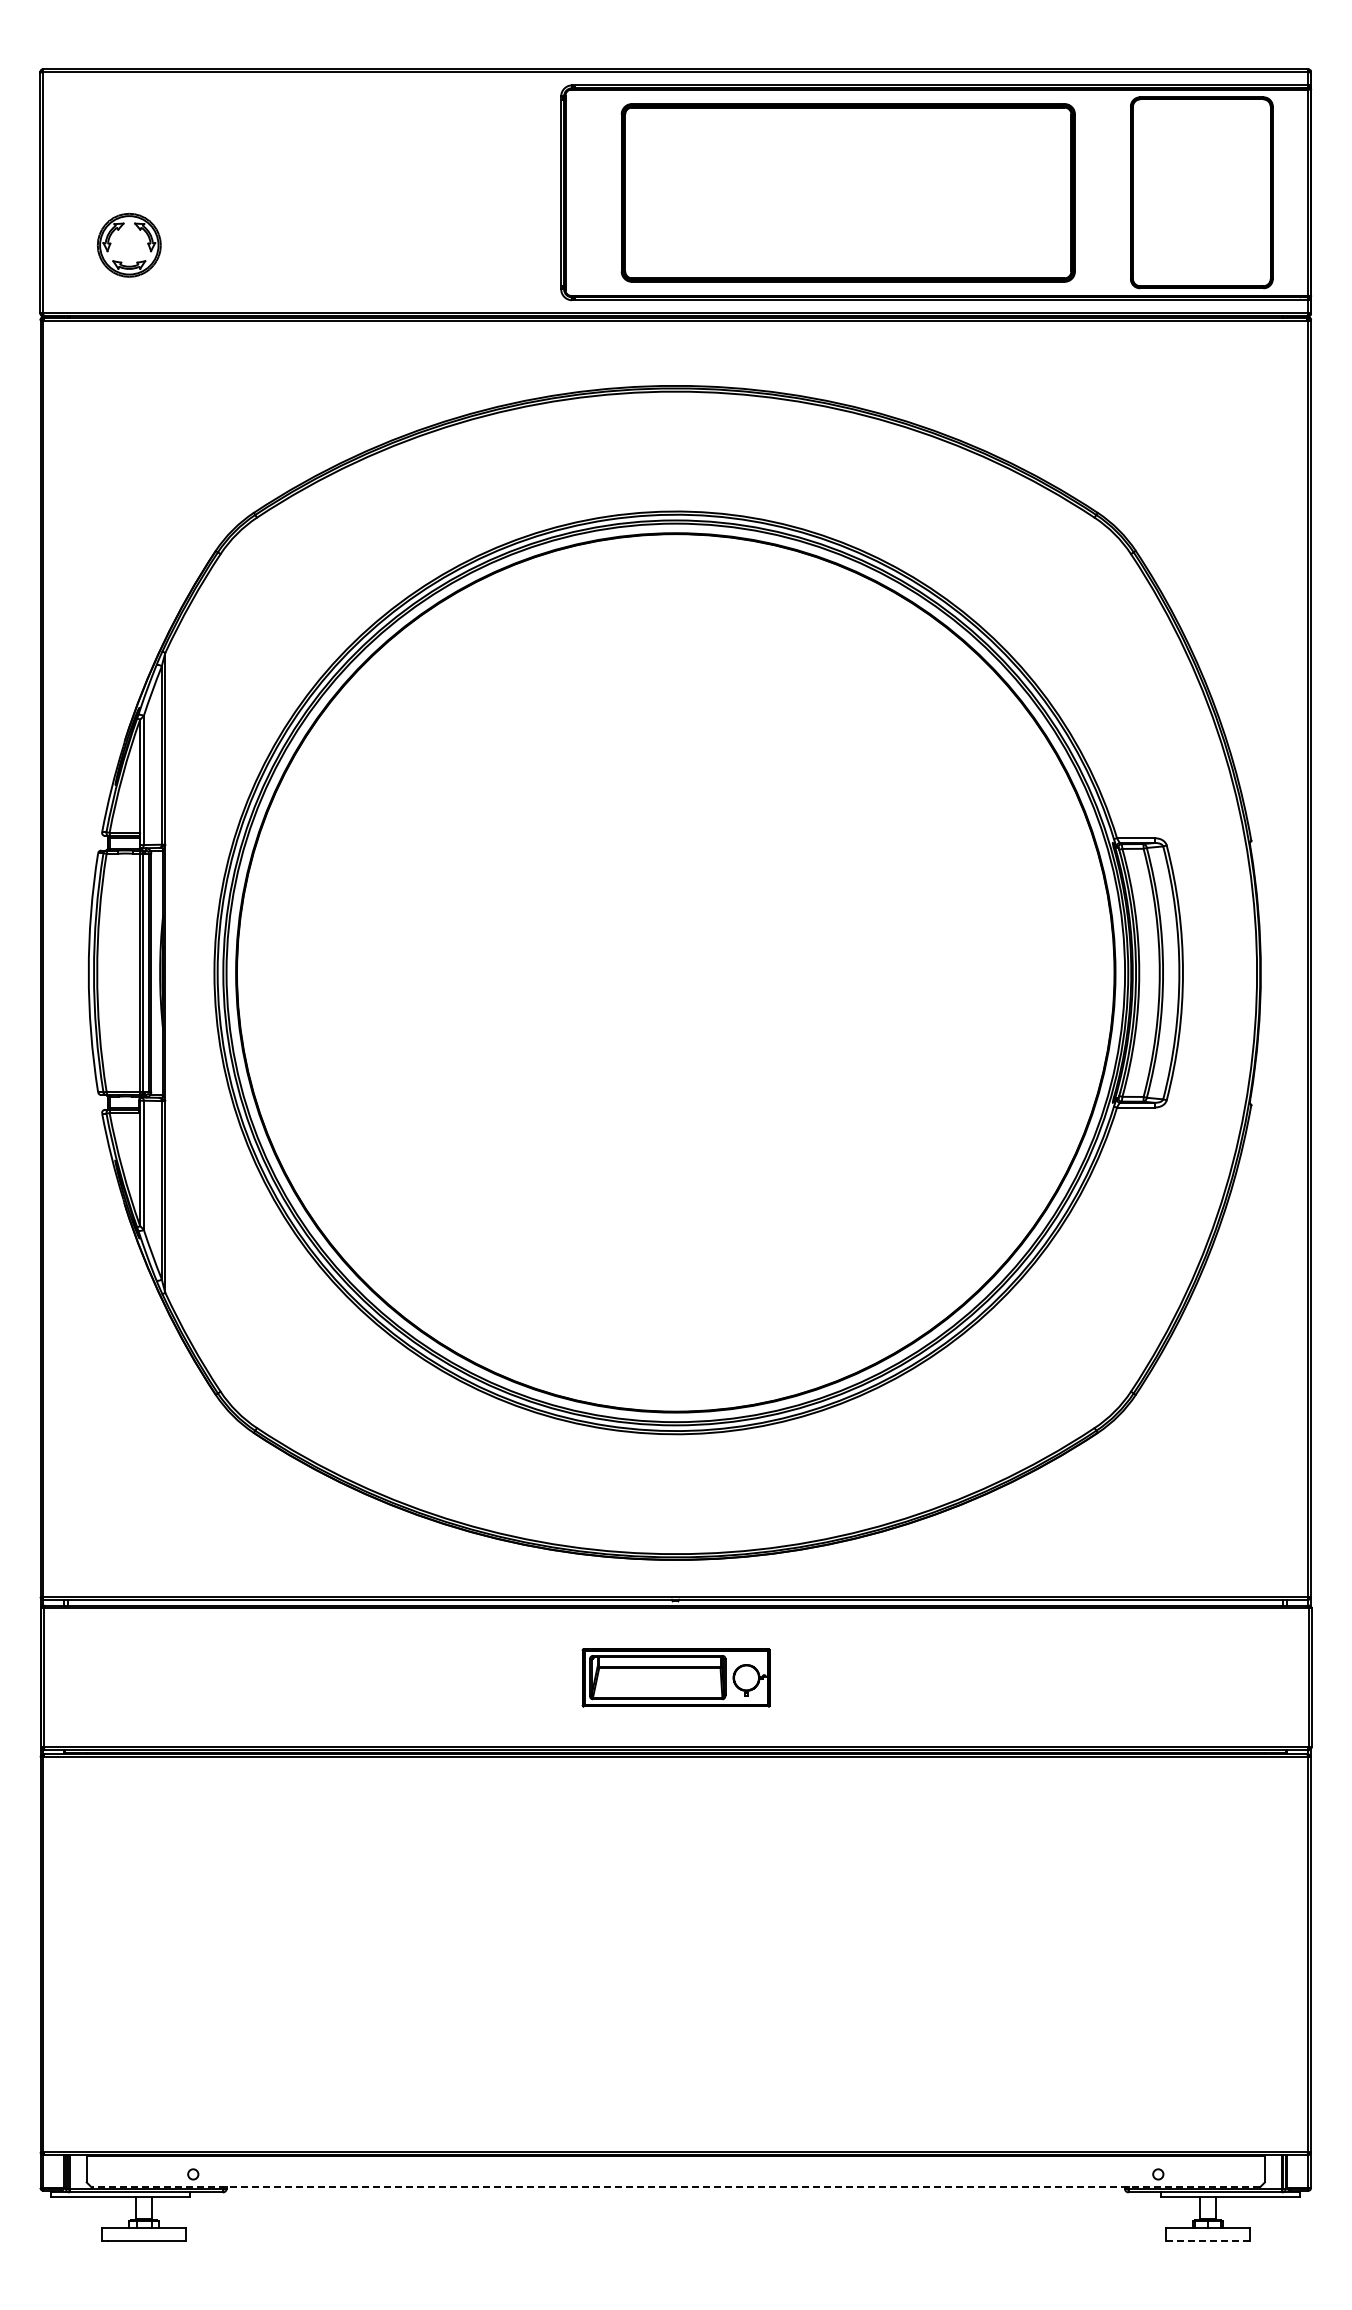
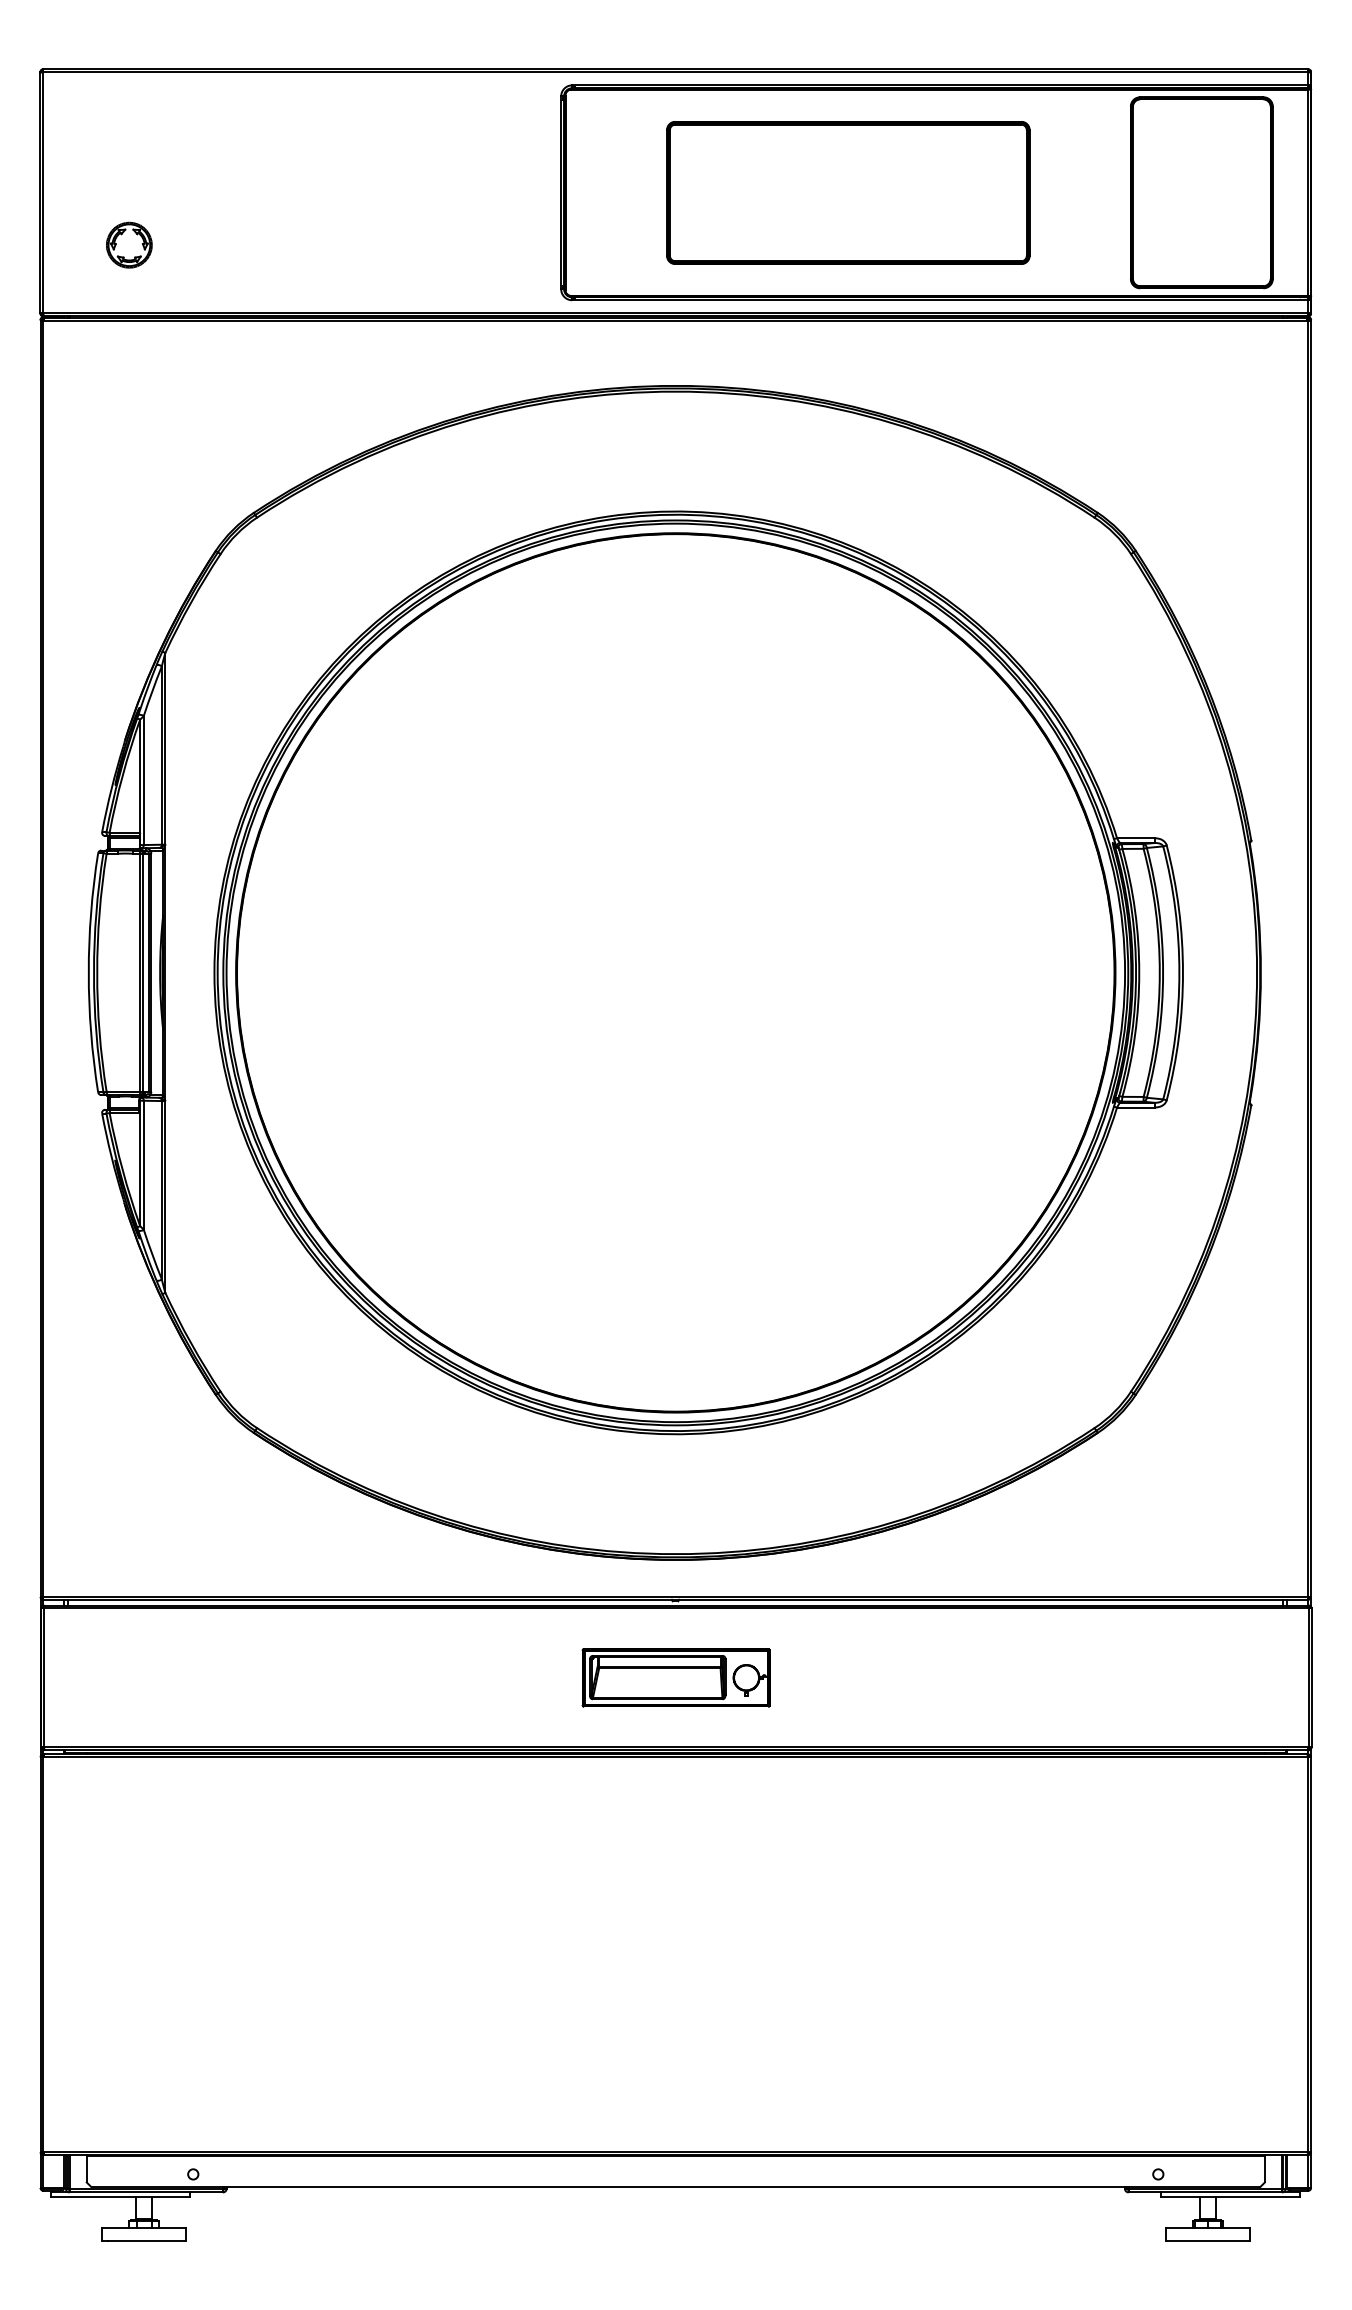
part at (847, 192) size: 456x180 px -> 365x144 px
part at (128, 244) size: 66x66 px -> 47x48 px
line at (675, 2187): dashed -> solid
line at (1207, 2240): dashed -> solid
